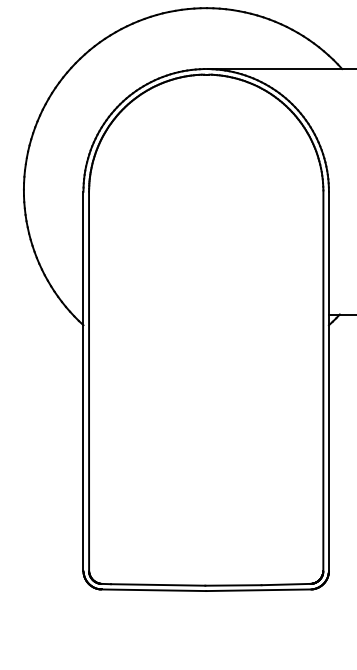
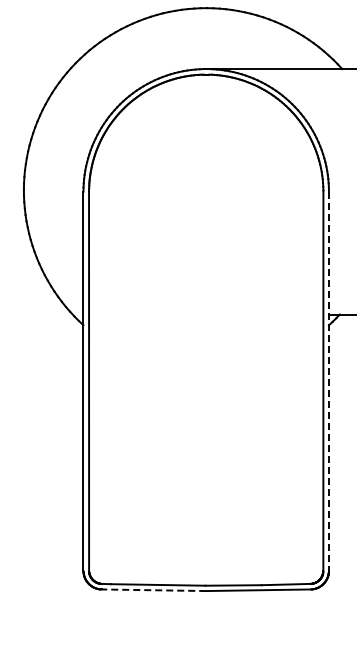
line at (328, 381): solid -> dashed
line at (153, 590): solid -> dashed
